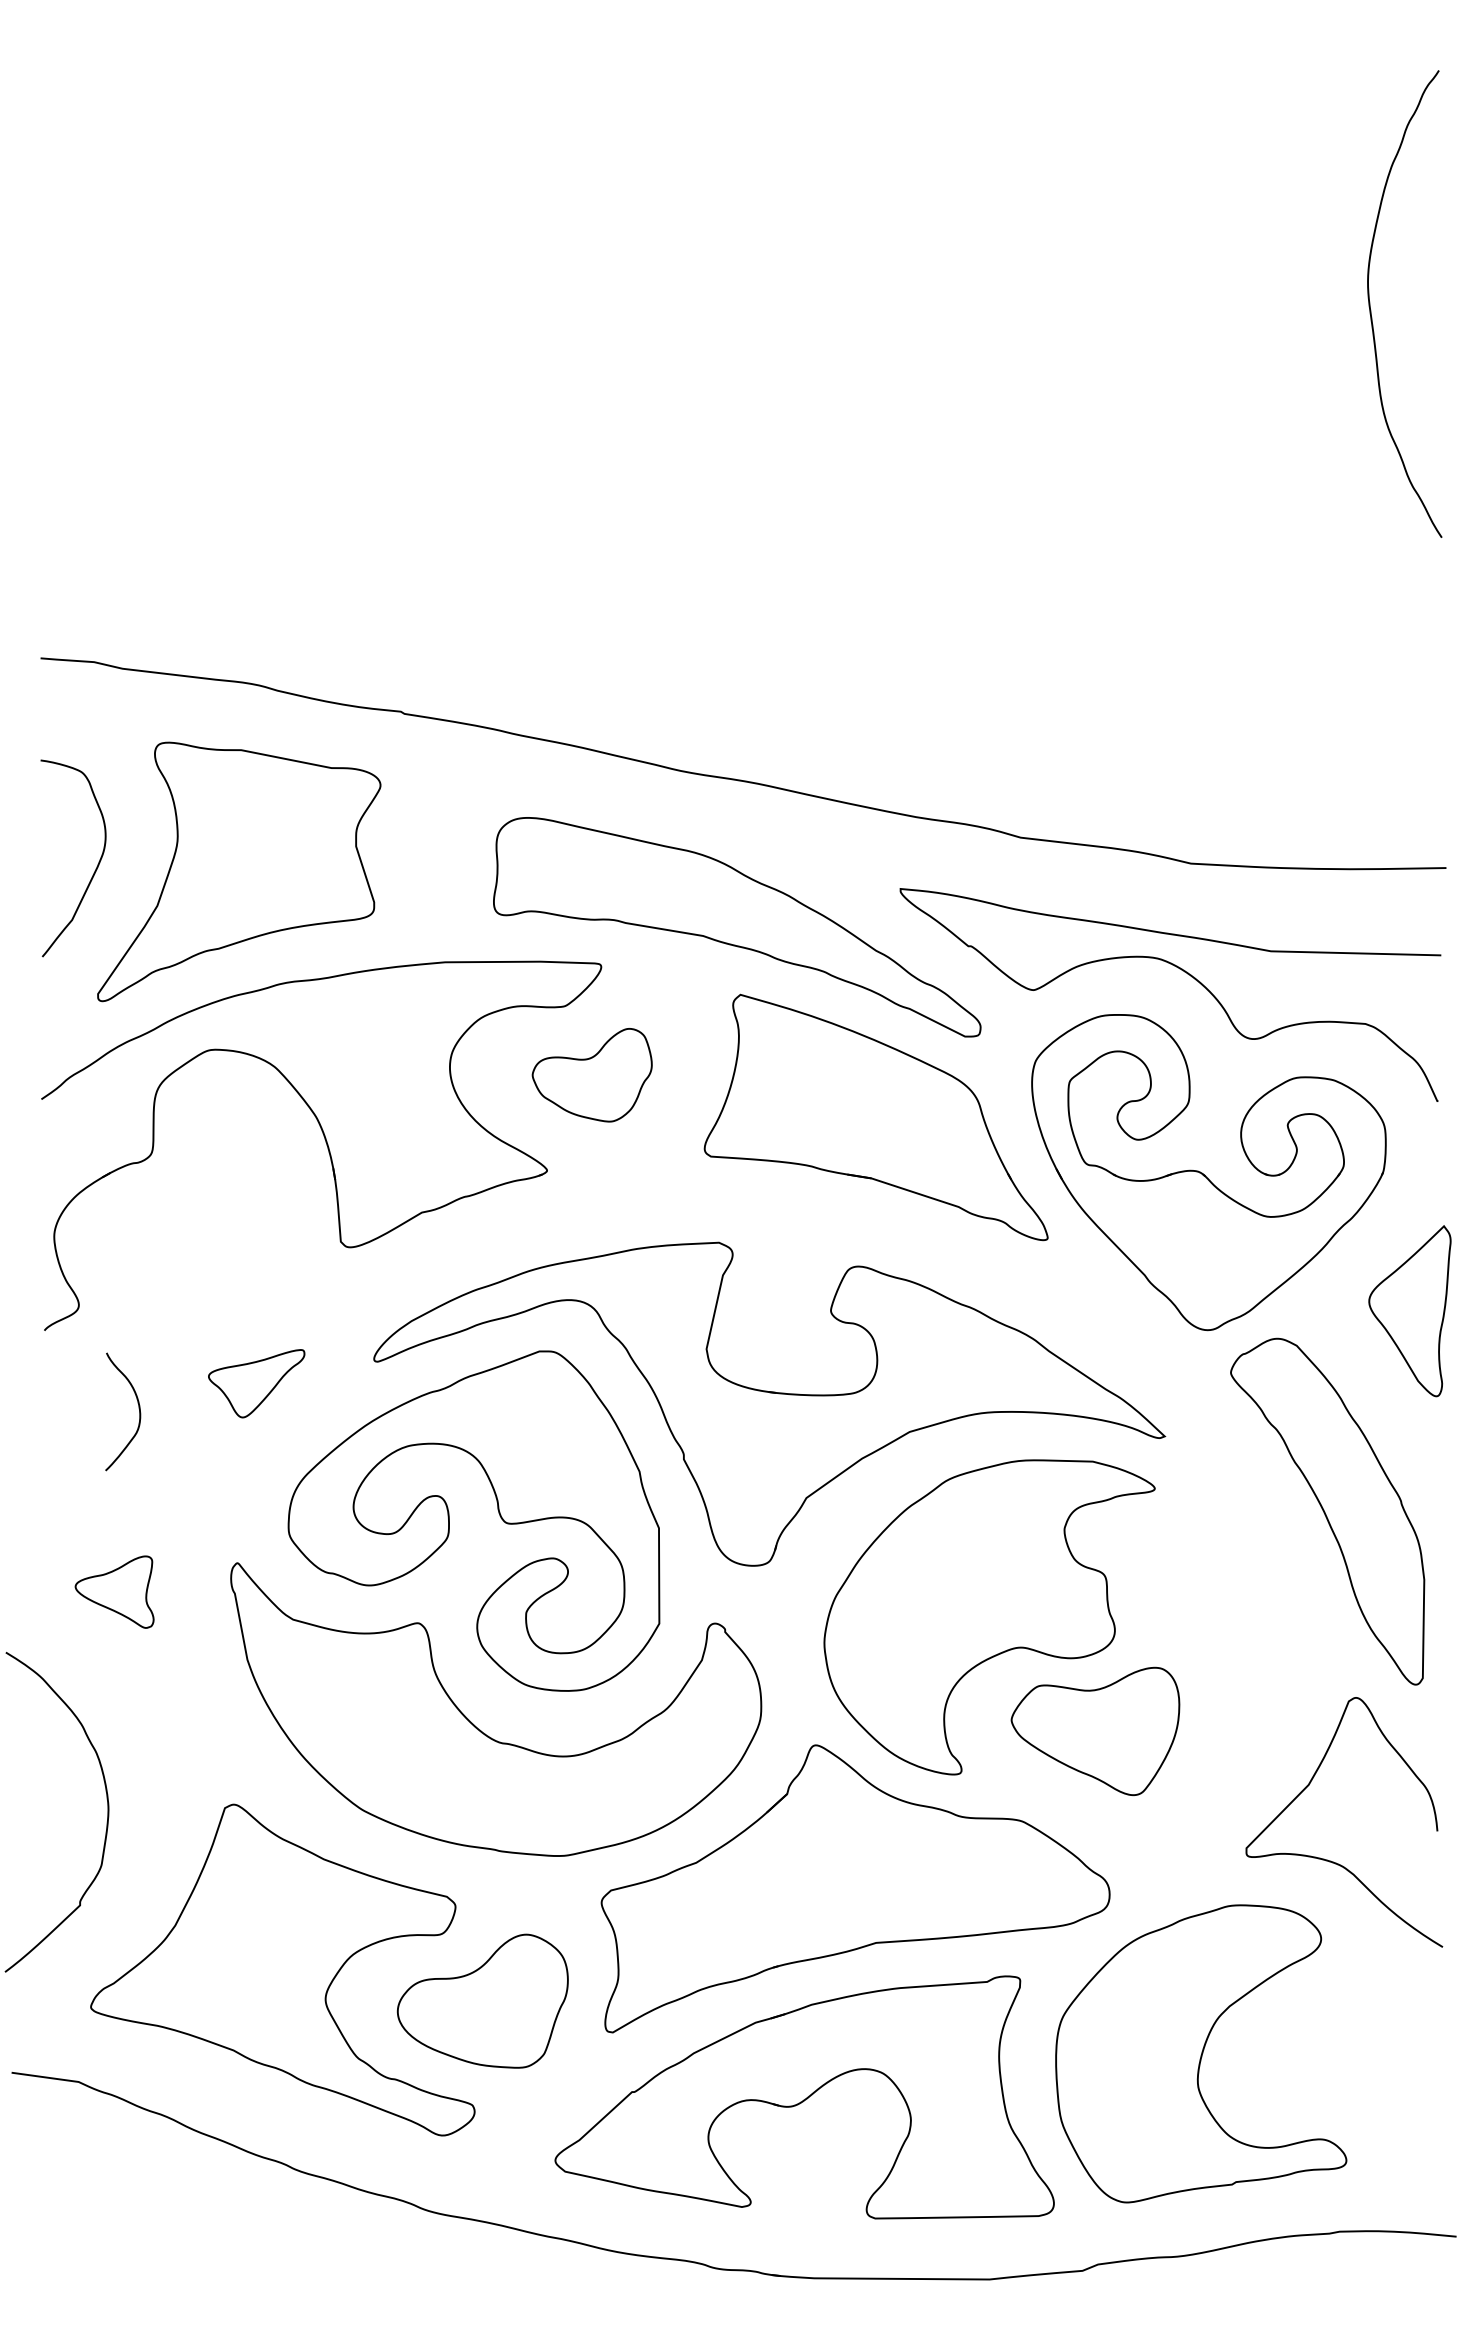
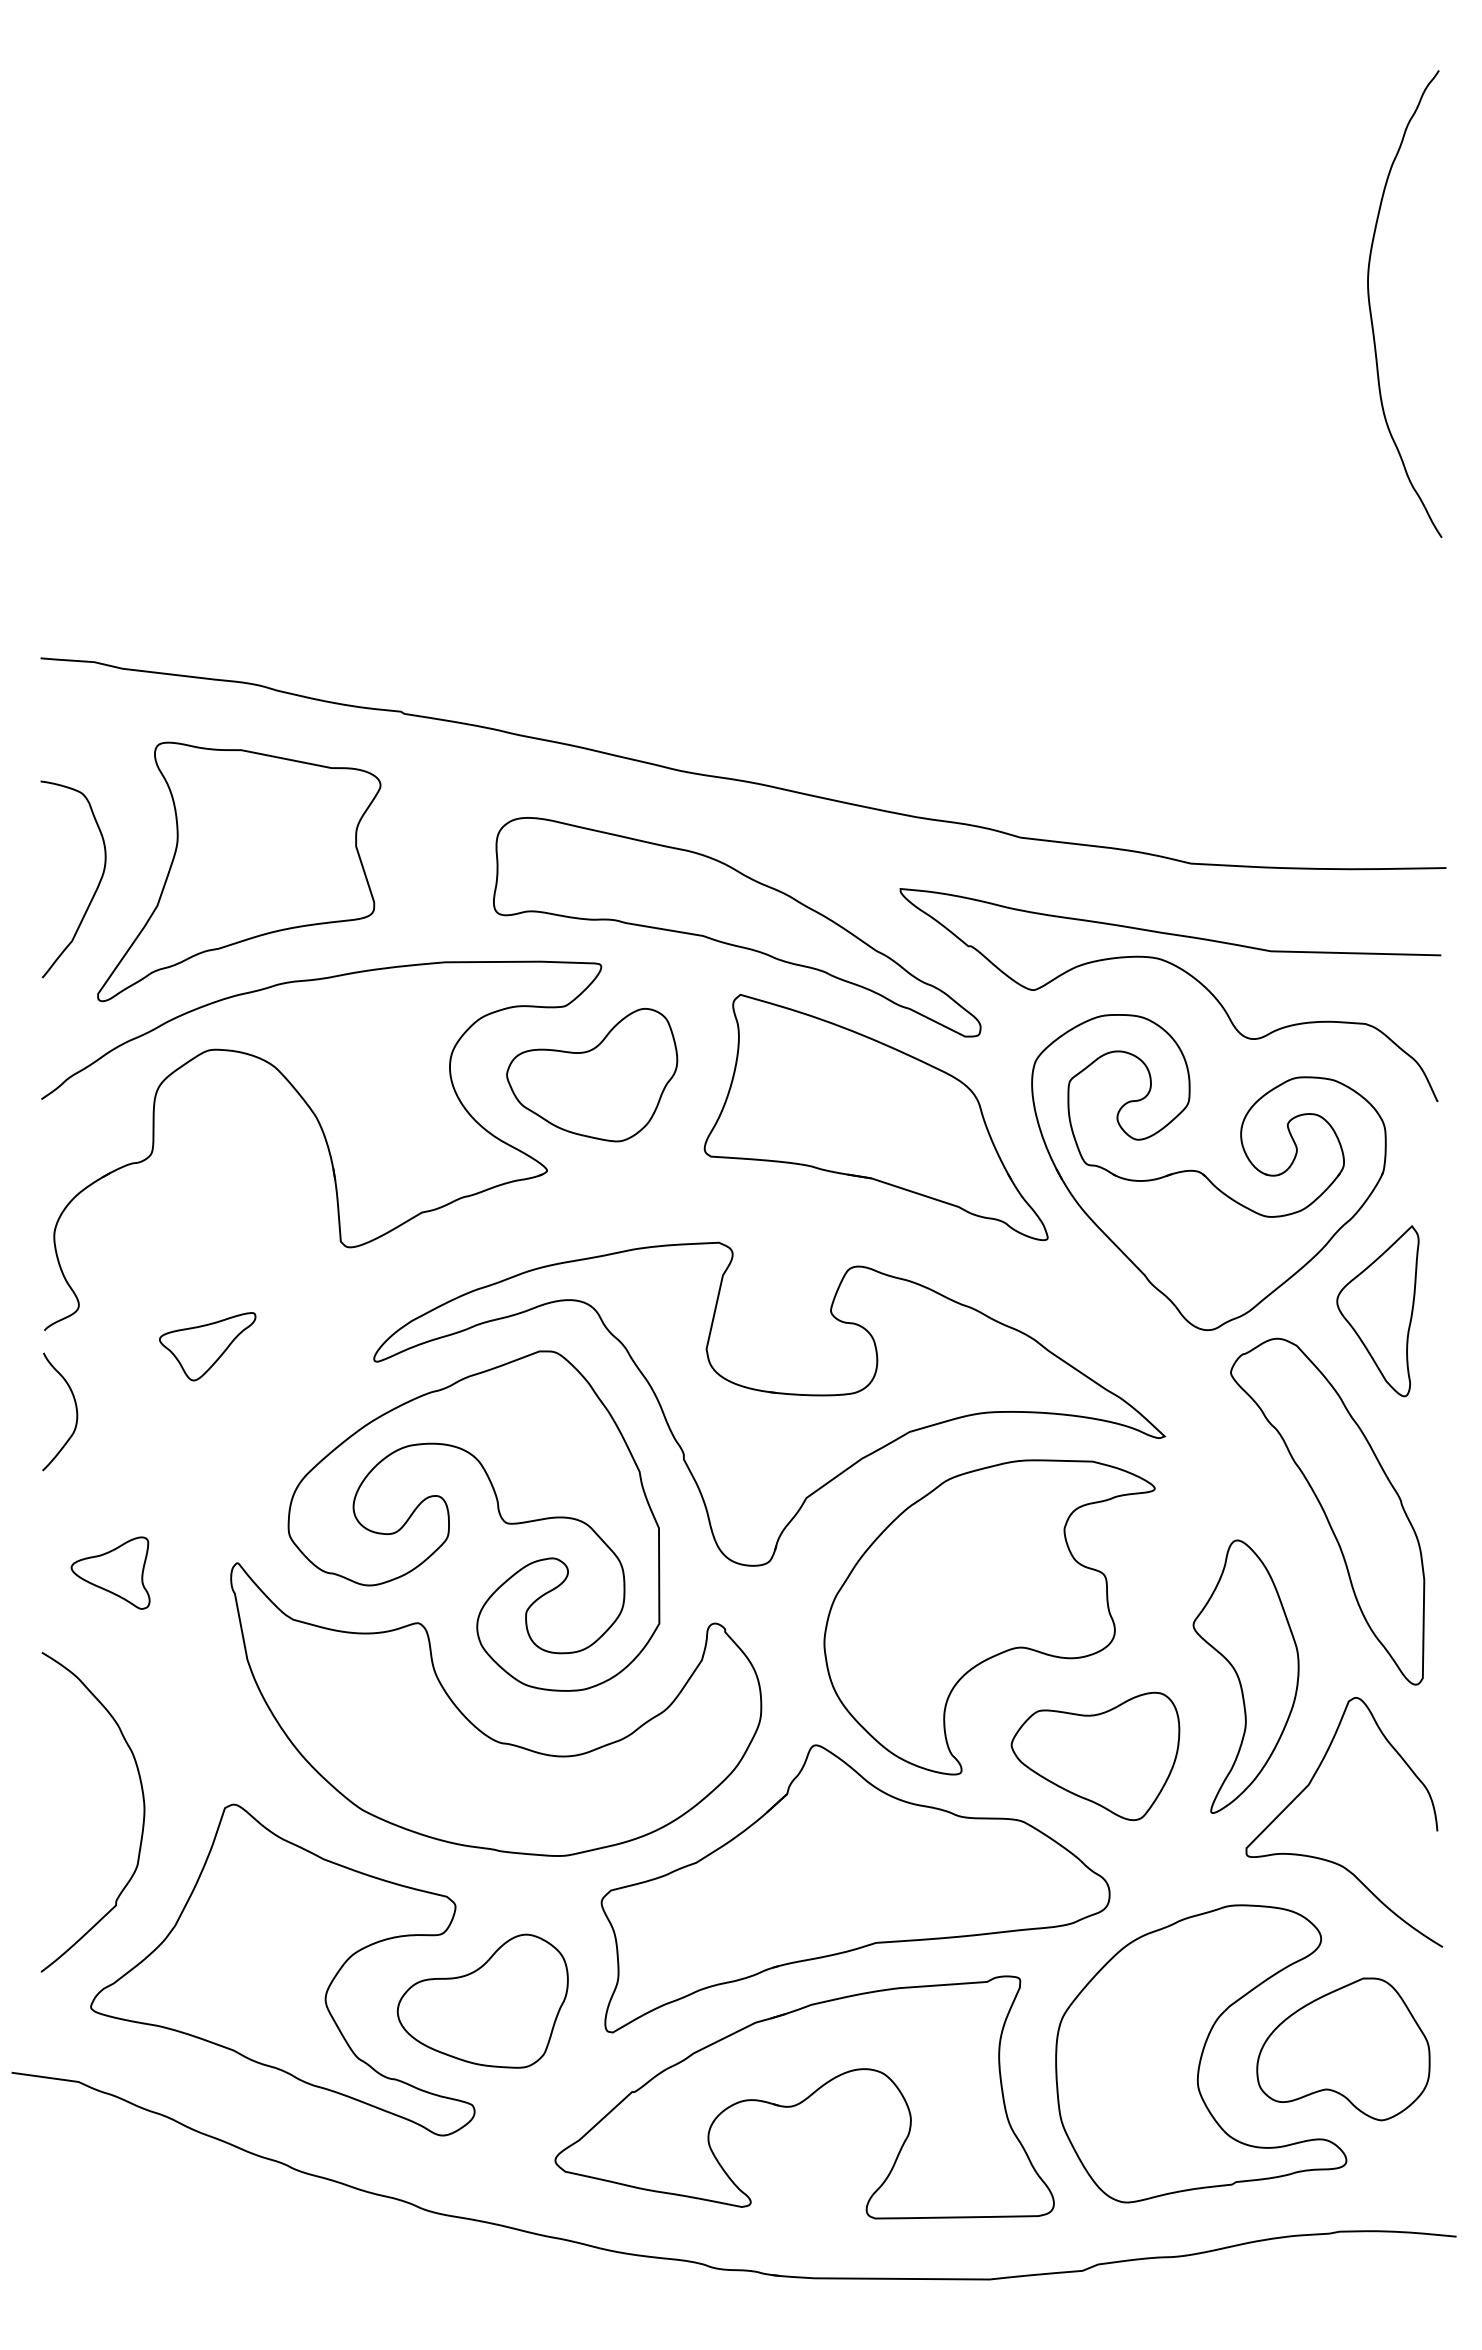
curve at (95, 868) position: (95, 868) -> (95, 889)
part at (591, 1075) size: 122x95 px -> 173x135 px
part at (1409, 1311) position: (1409, 1311) -> (1377, 1311)
part at (256, 1383) position: (256, 1383) -> (207, 1346)
curve at (138, 1408) position: (138, 1408) -> (75, 1408)
part at (114, 1591) position: (114, 1591) -> (110, 1572)
part at (1245, 1676): none -> present
part at (1095, 1731) position: (1095, 1731) -> (1095, 1756)
curve at (106, 1822) position: (106, 1822) -> (142, 1822)
part at (1343, 2049): none -> present
